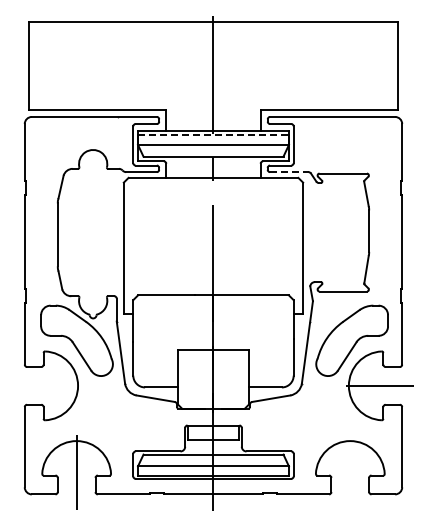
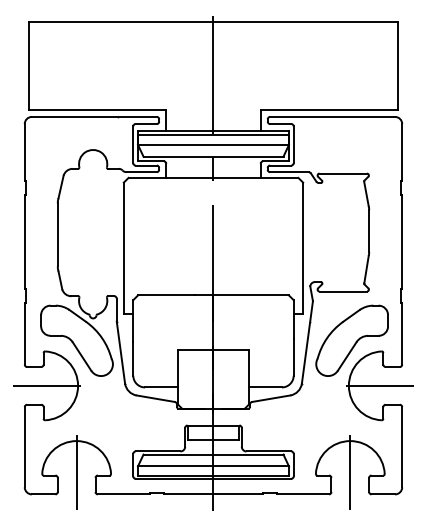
line at (213, 135): dashed -> solid
line at (289, 172): dashed -> solid
line at (46, 385): none -> present
line at (350, 471): none -> present
